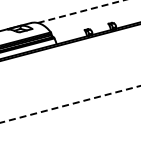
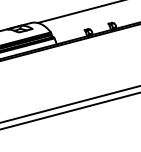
line at (81, 11): dashed -> solid
line at (70, 104): dashed -> solid
line at (69, 110): none -> present
